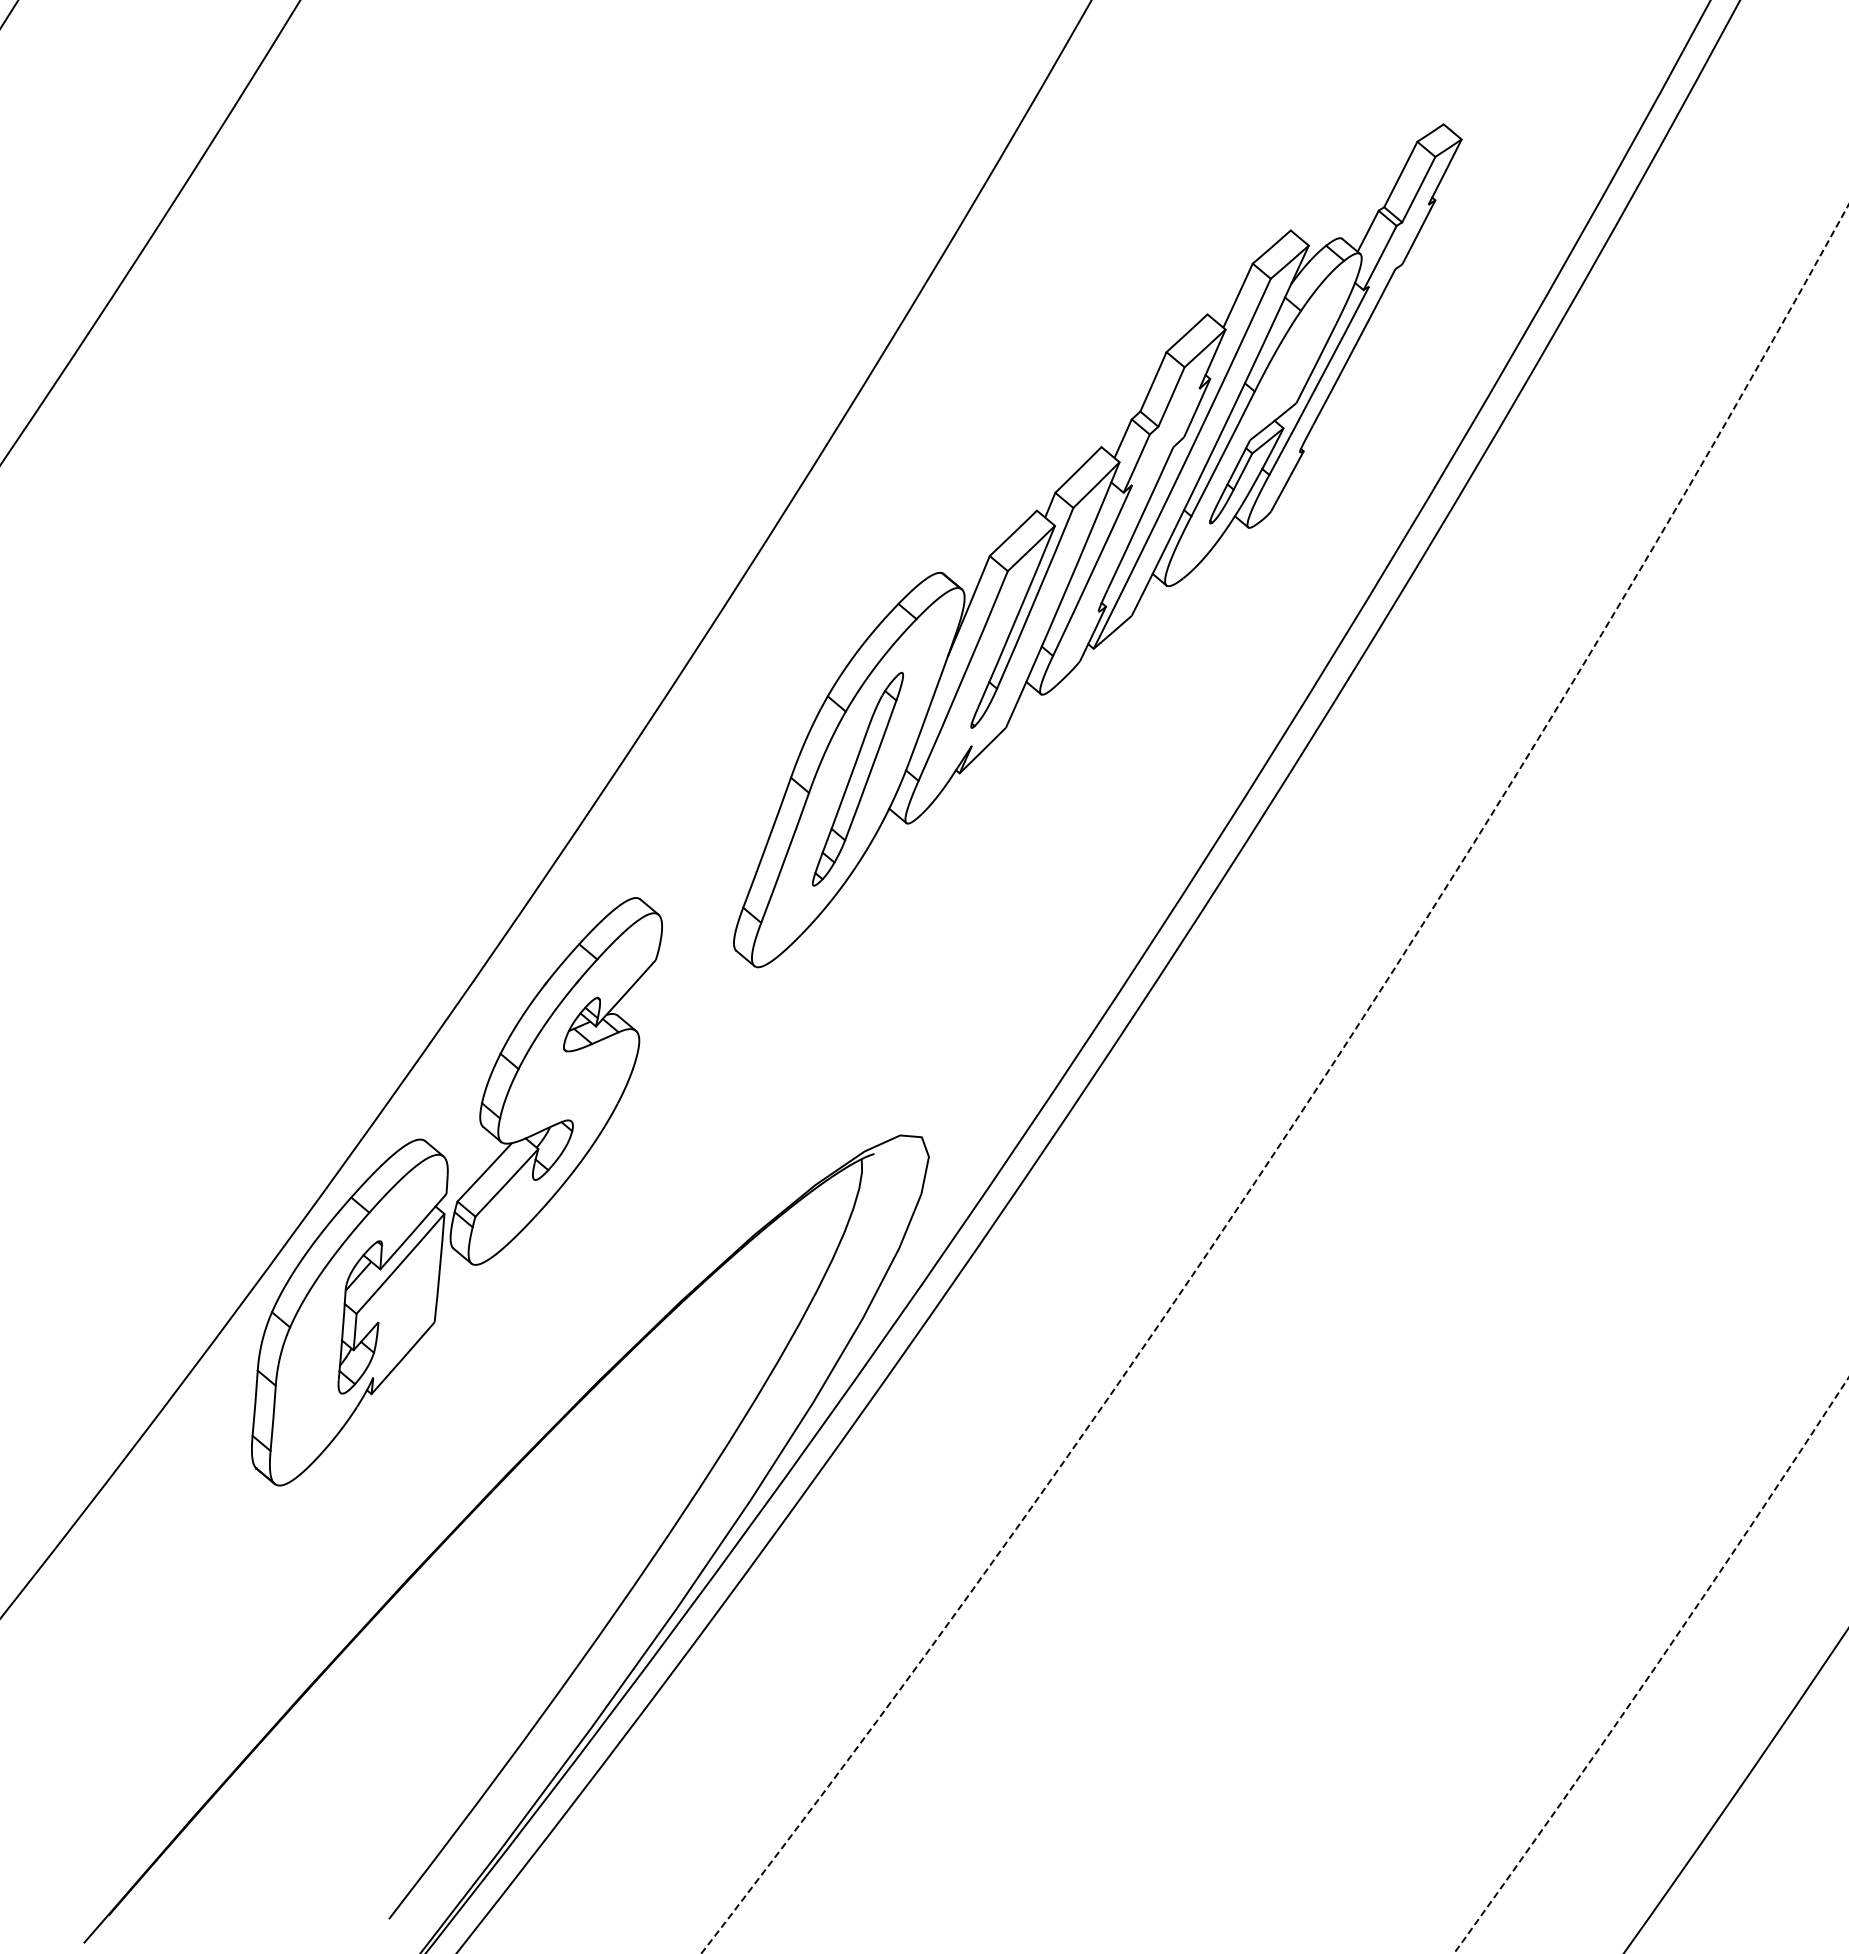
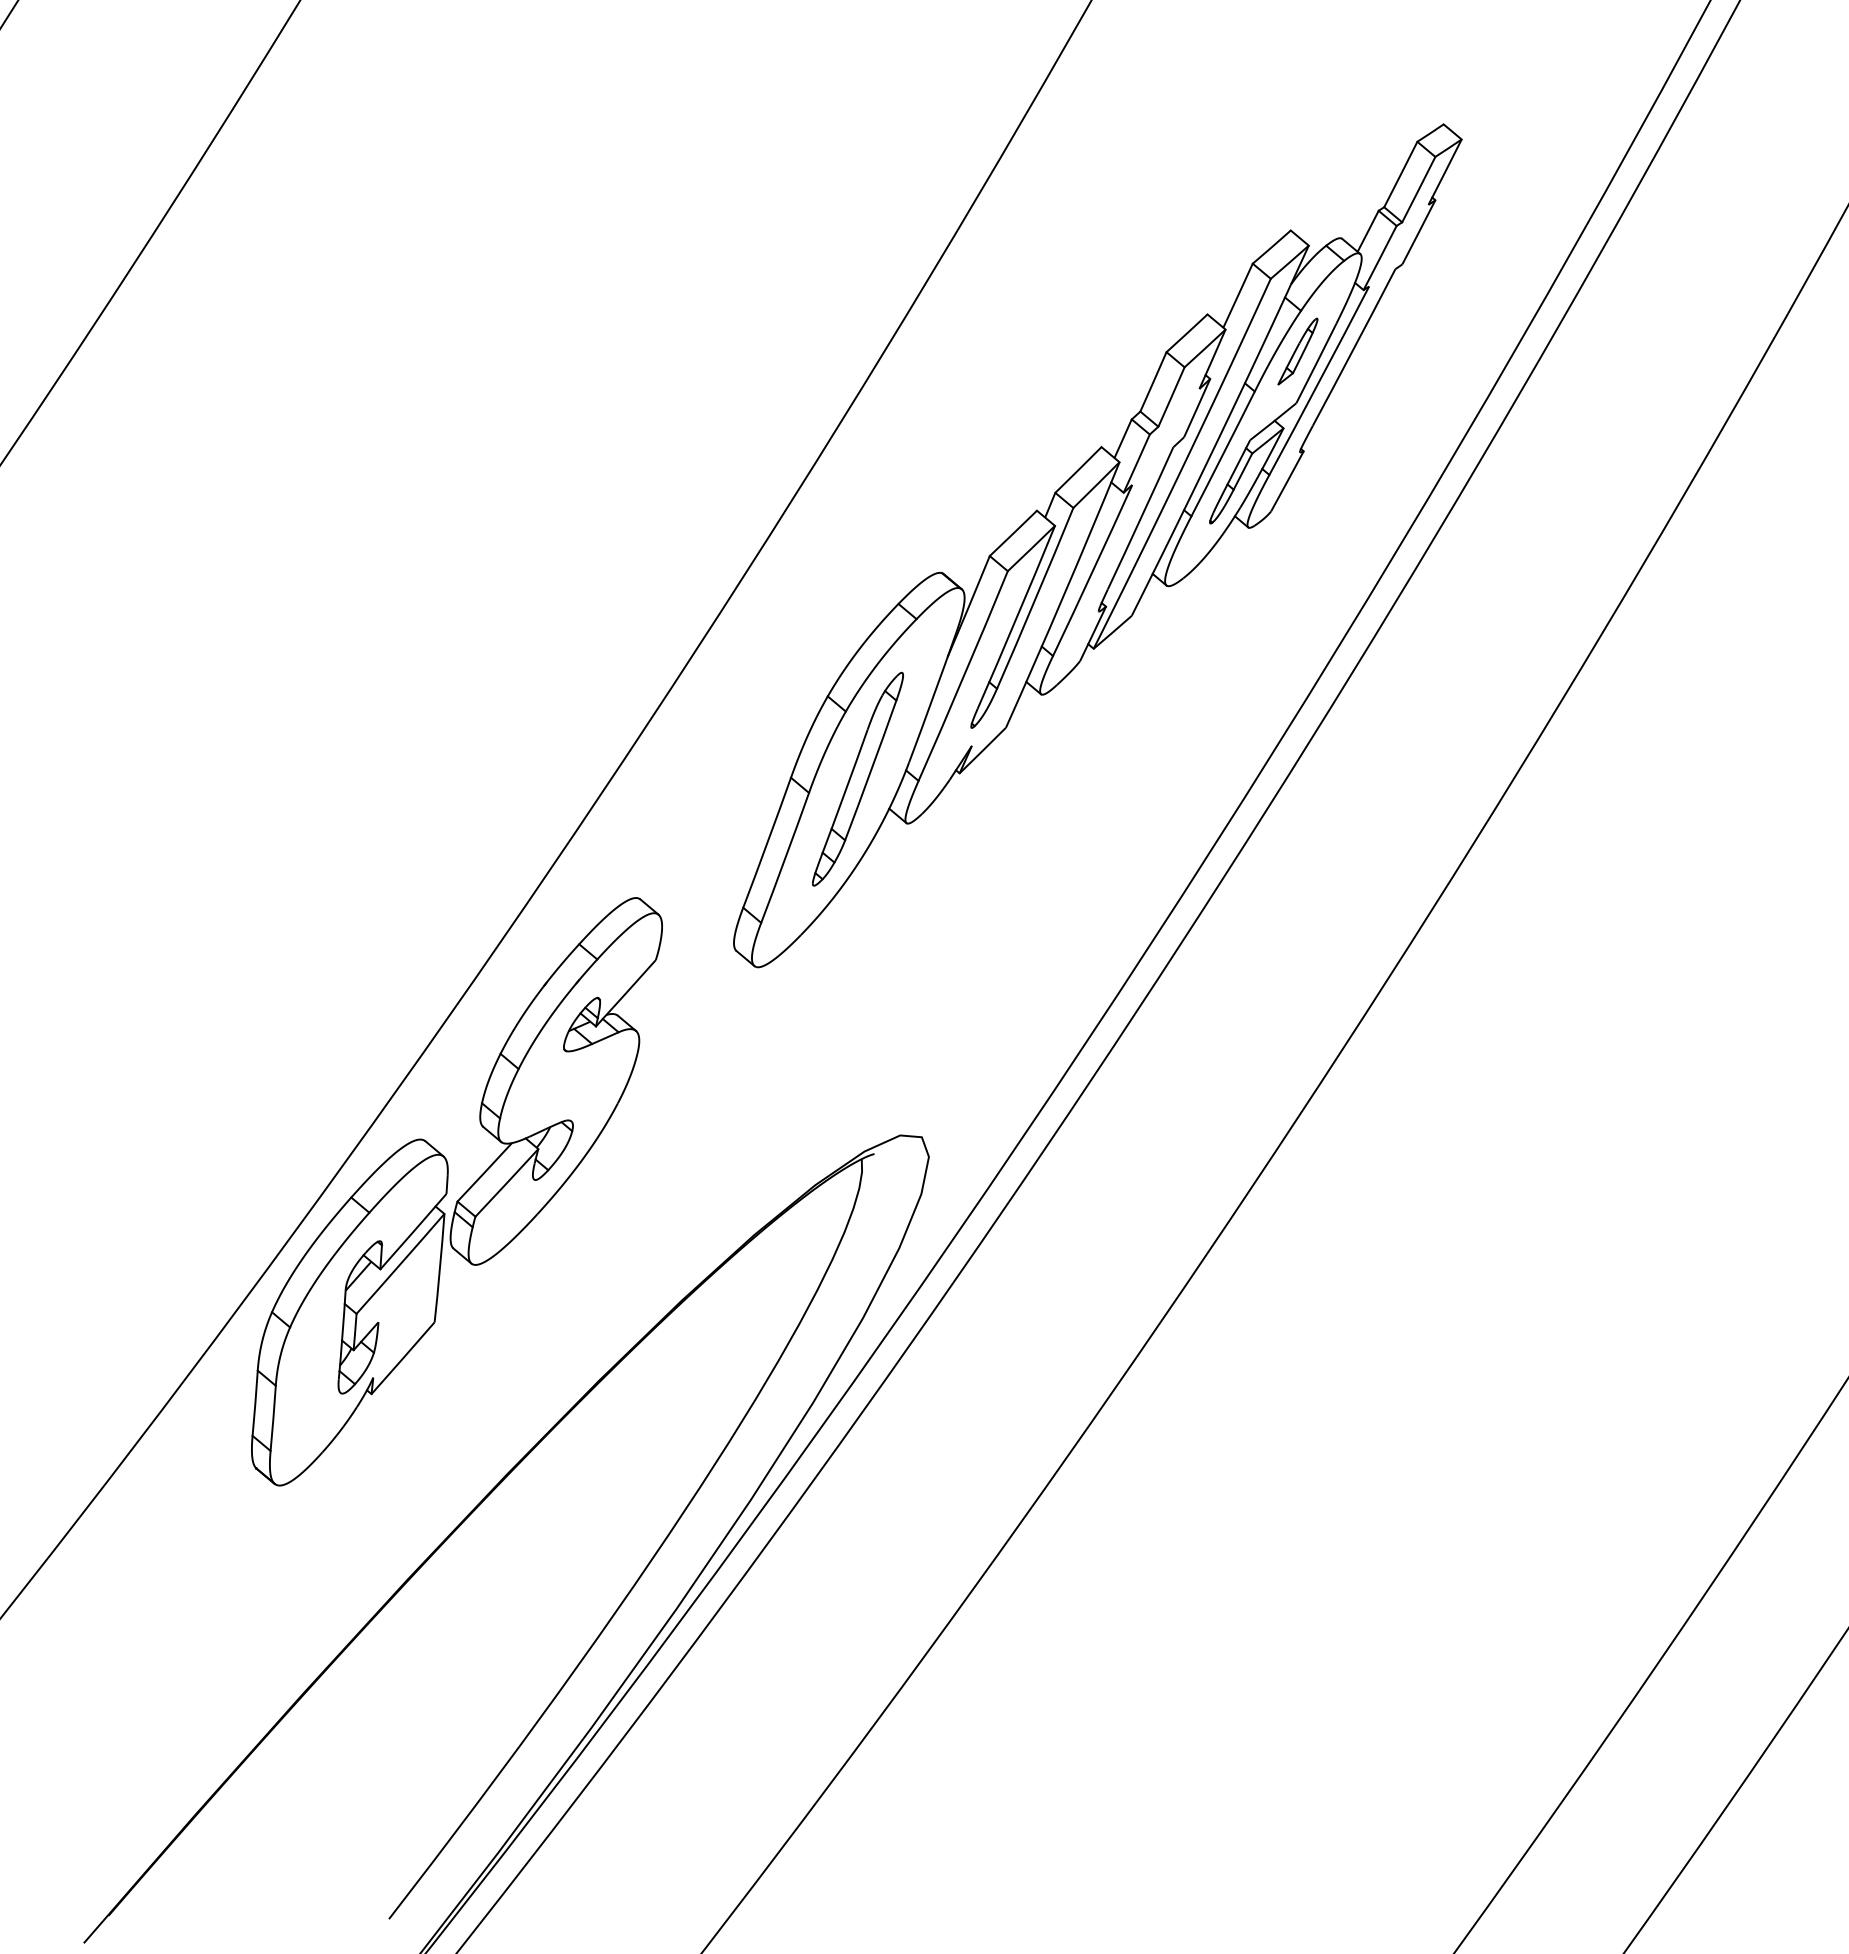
part at (1297, 351): none -> present
circle at (1274, 1078): dashed -> solid
circle at (1650, 1665): dashed -> solid
